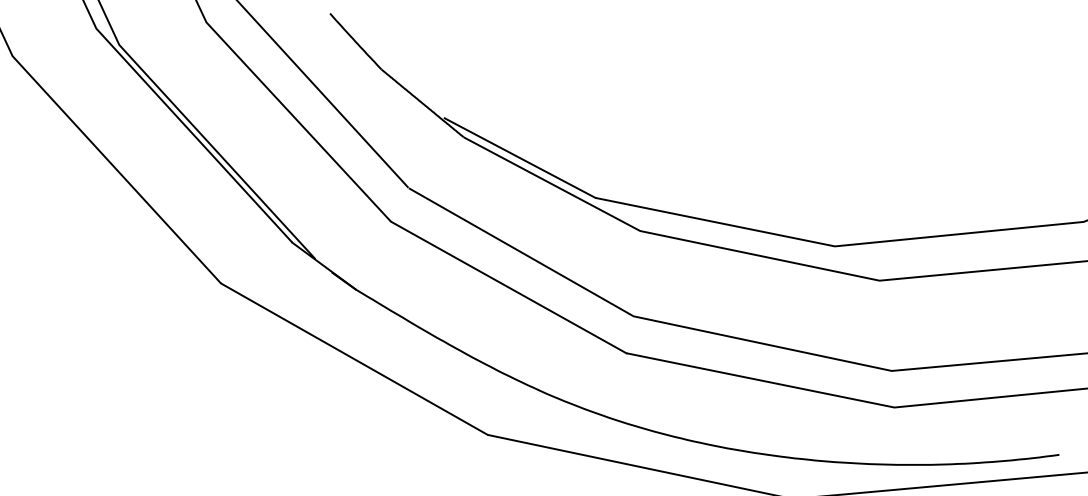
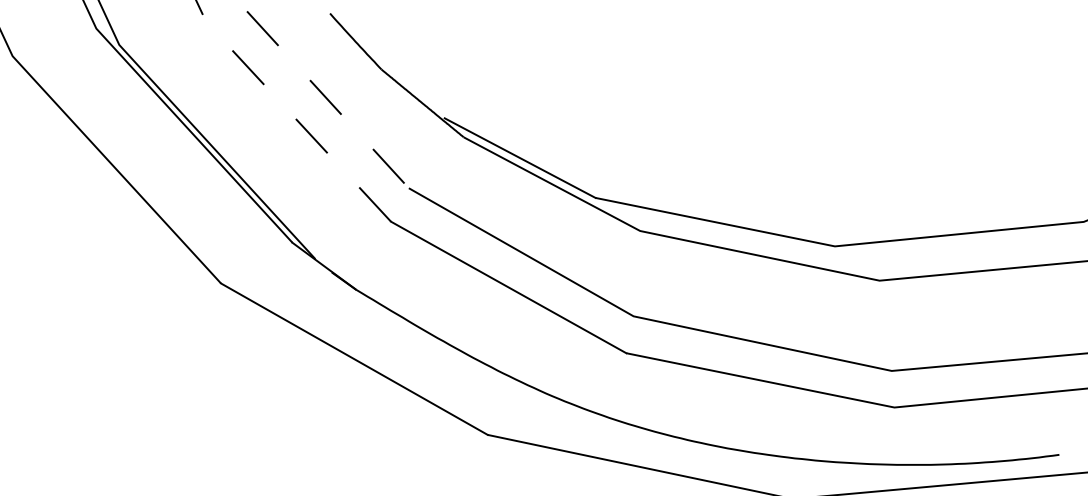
line at (322, 94): solid -> dashed
line at (289, 112): solid -> dashed
